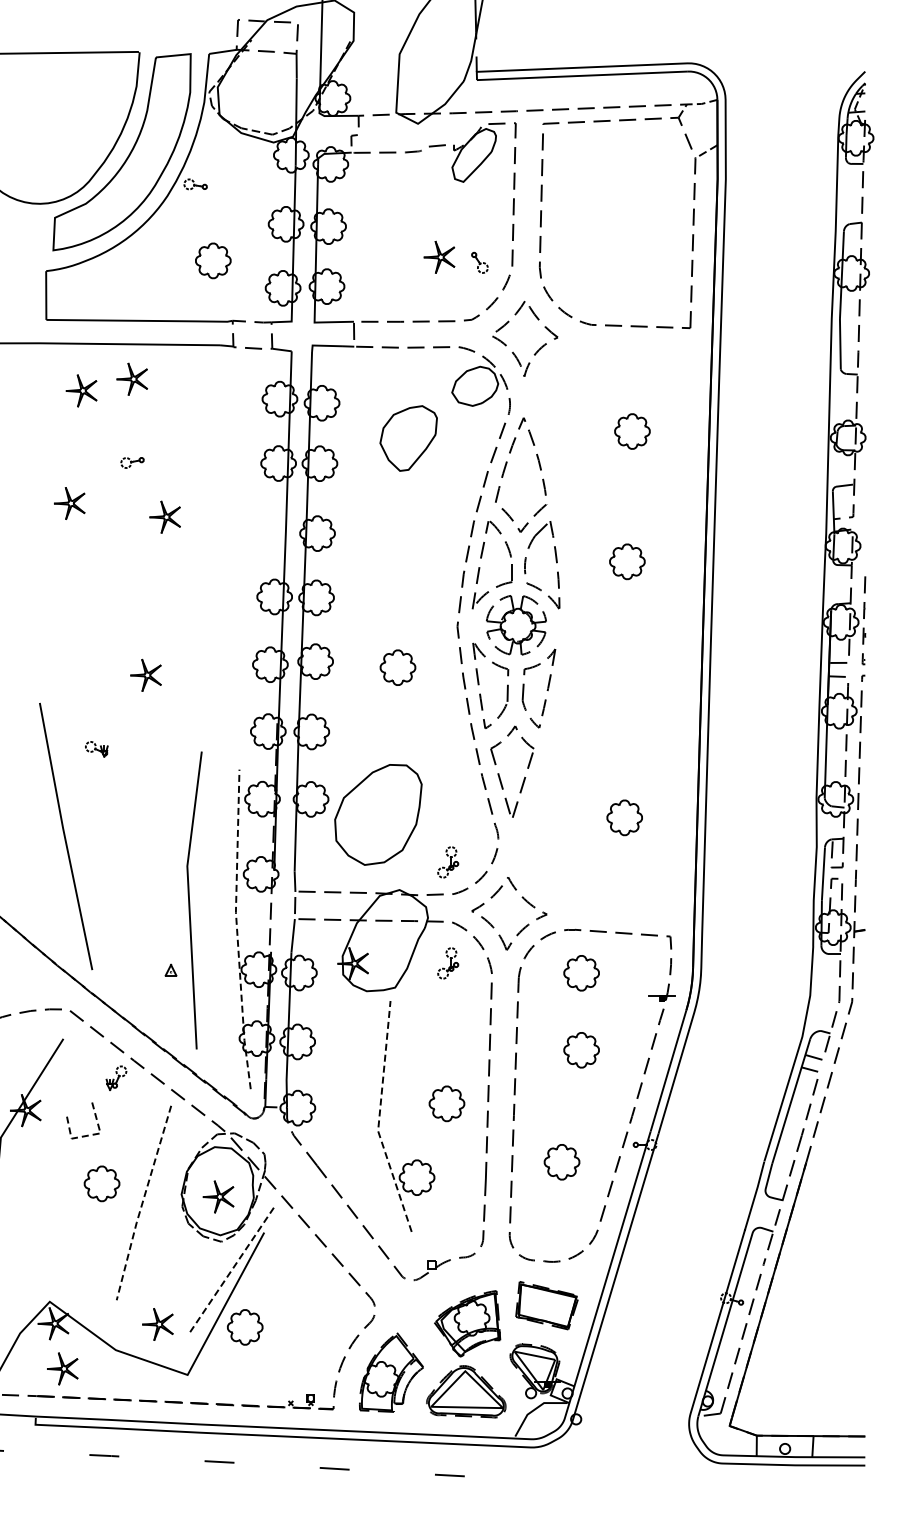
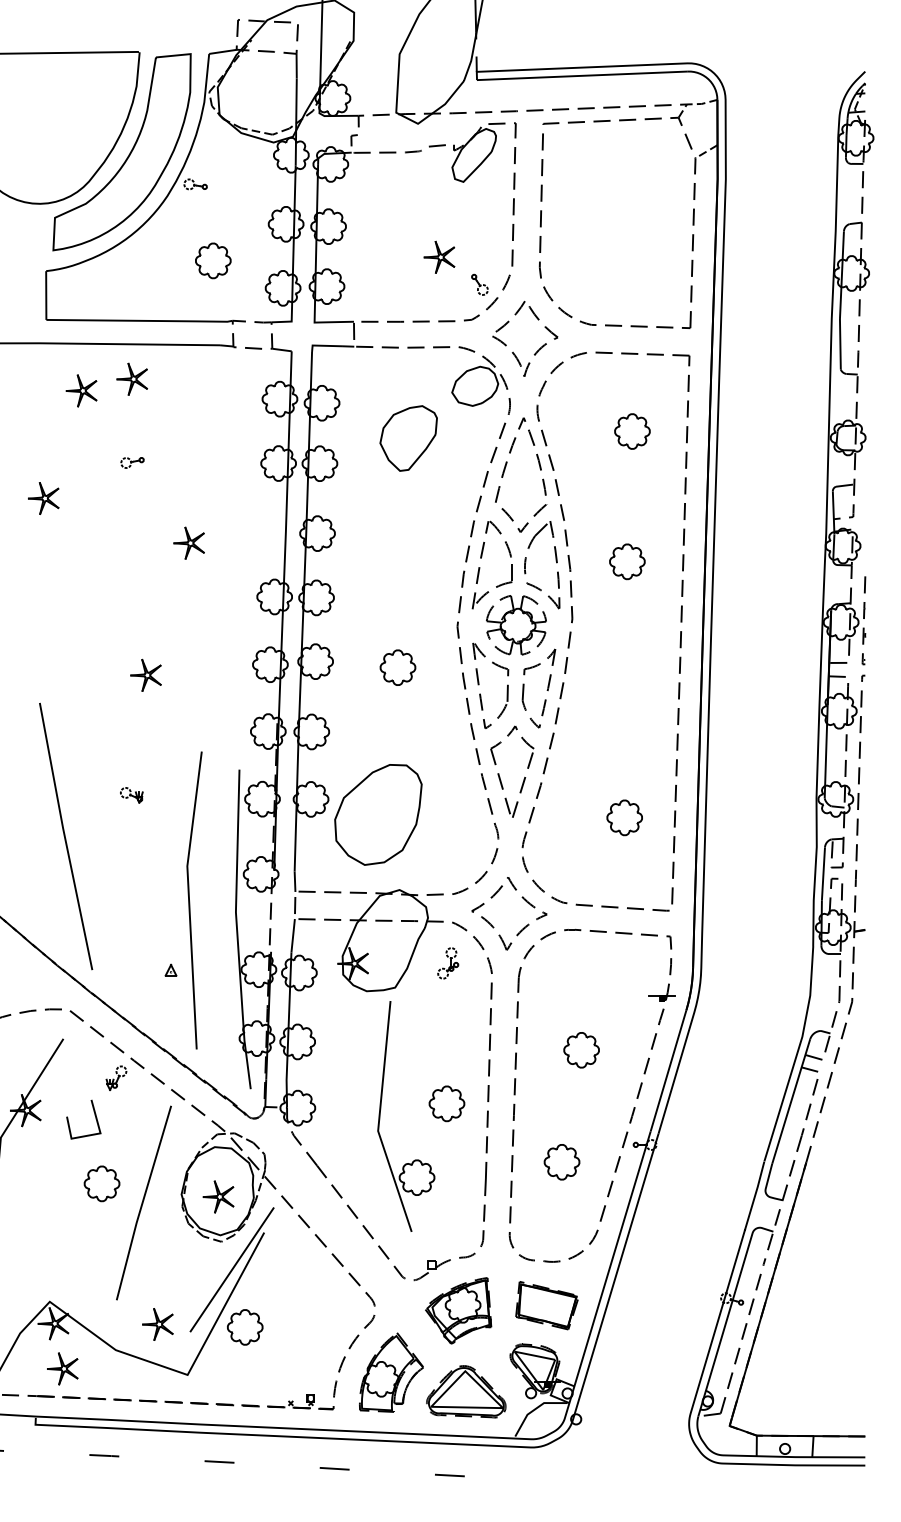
part at (479, 262) position: (479, 262) -> (479, 284)
part at (69, 503) position: (69, 503) -> (43, 498)
part at (164, 516) position: (164, 516) -> (188, 542)
part at (573, 620): none -> present
part at (96, 749) position: (96, 749) -> (131, 795)
part at (448, 862): present -> none
line at (237, 929): dashed -> solid
part at (581, 973): present -> none
line at (379, 1119): dashed -> solid
line at (91, 1134): dashed -> solid
line at (142, 1202): dashed -> solid
line at (232, 1269): dashed -> solid
part at (467, 1323) position: (467, 1323) -> (458, 1310)
